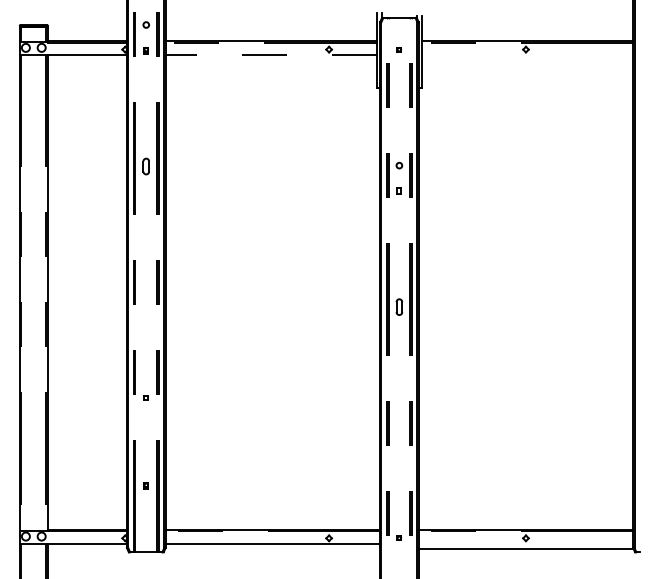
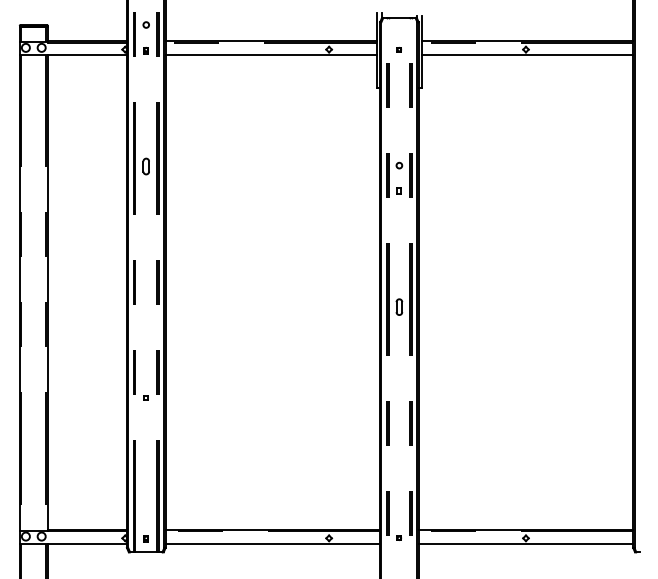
line at (270, 54): dashed -> solid
line at (527, 54): none -> present
part at (145, 485) position: (145, 485) -> (145, 538)
line at (525, 548) position: (525, 548) -> (525, 543)
